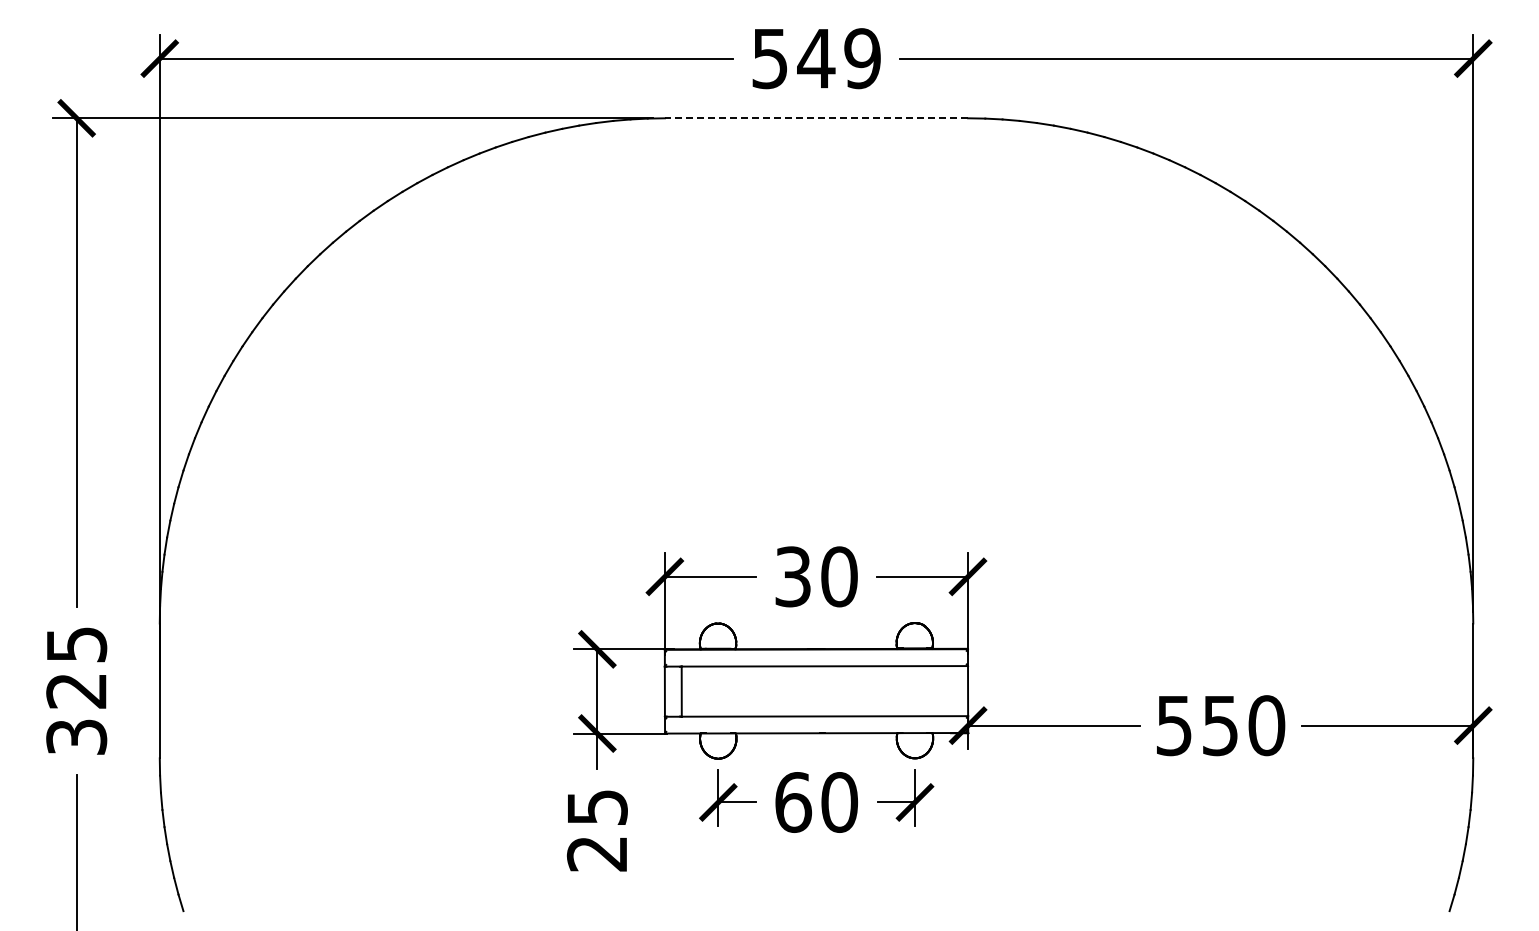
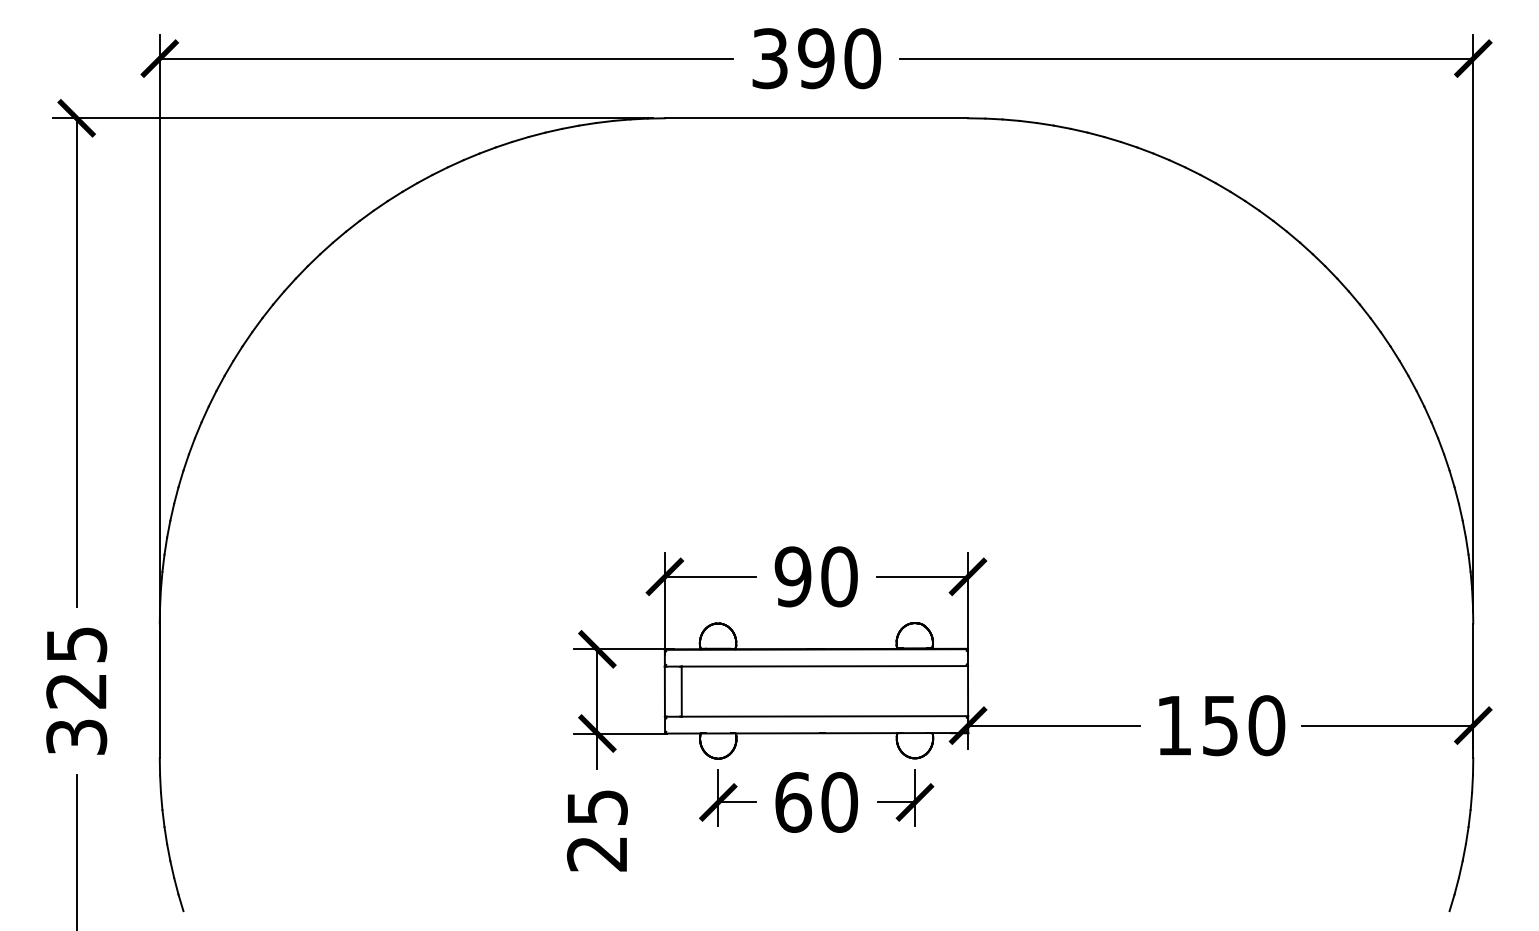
text at (817, 58): 549 -> 390
line at (816, 118): dashed -> solid
text at (792, 576): 30 -> 90
text at (1174, 726): 550 -> 150
